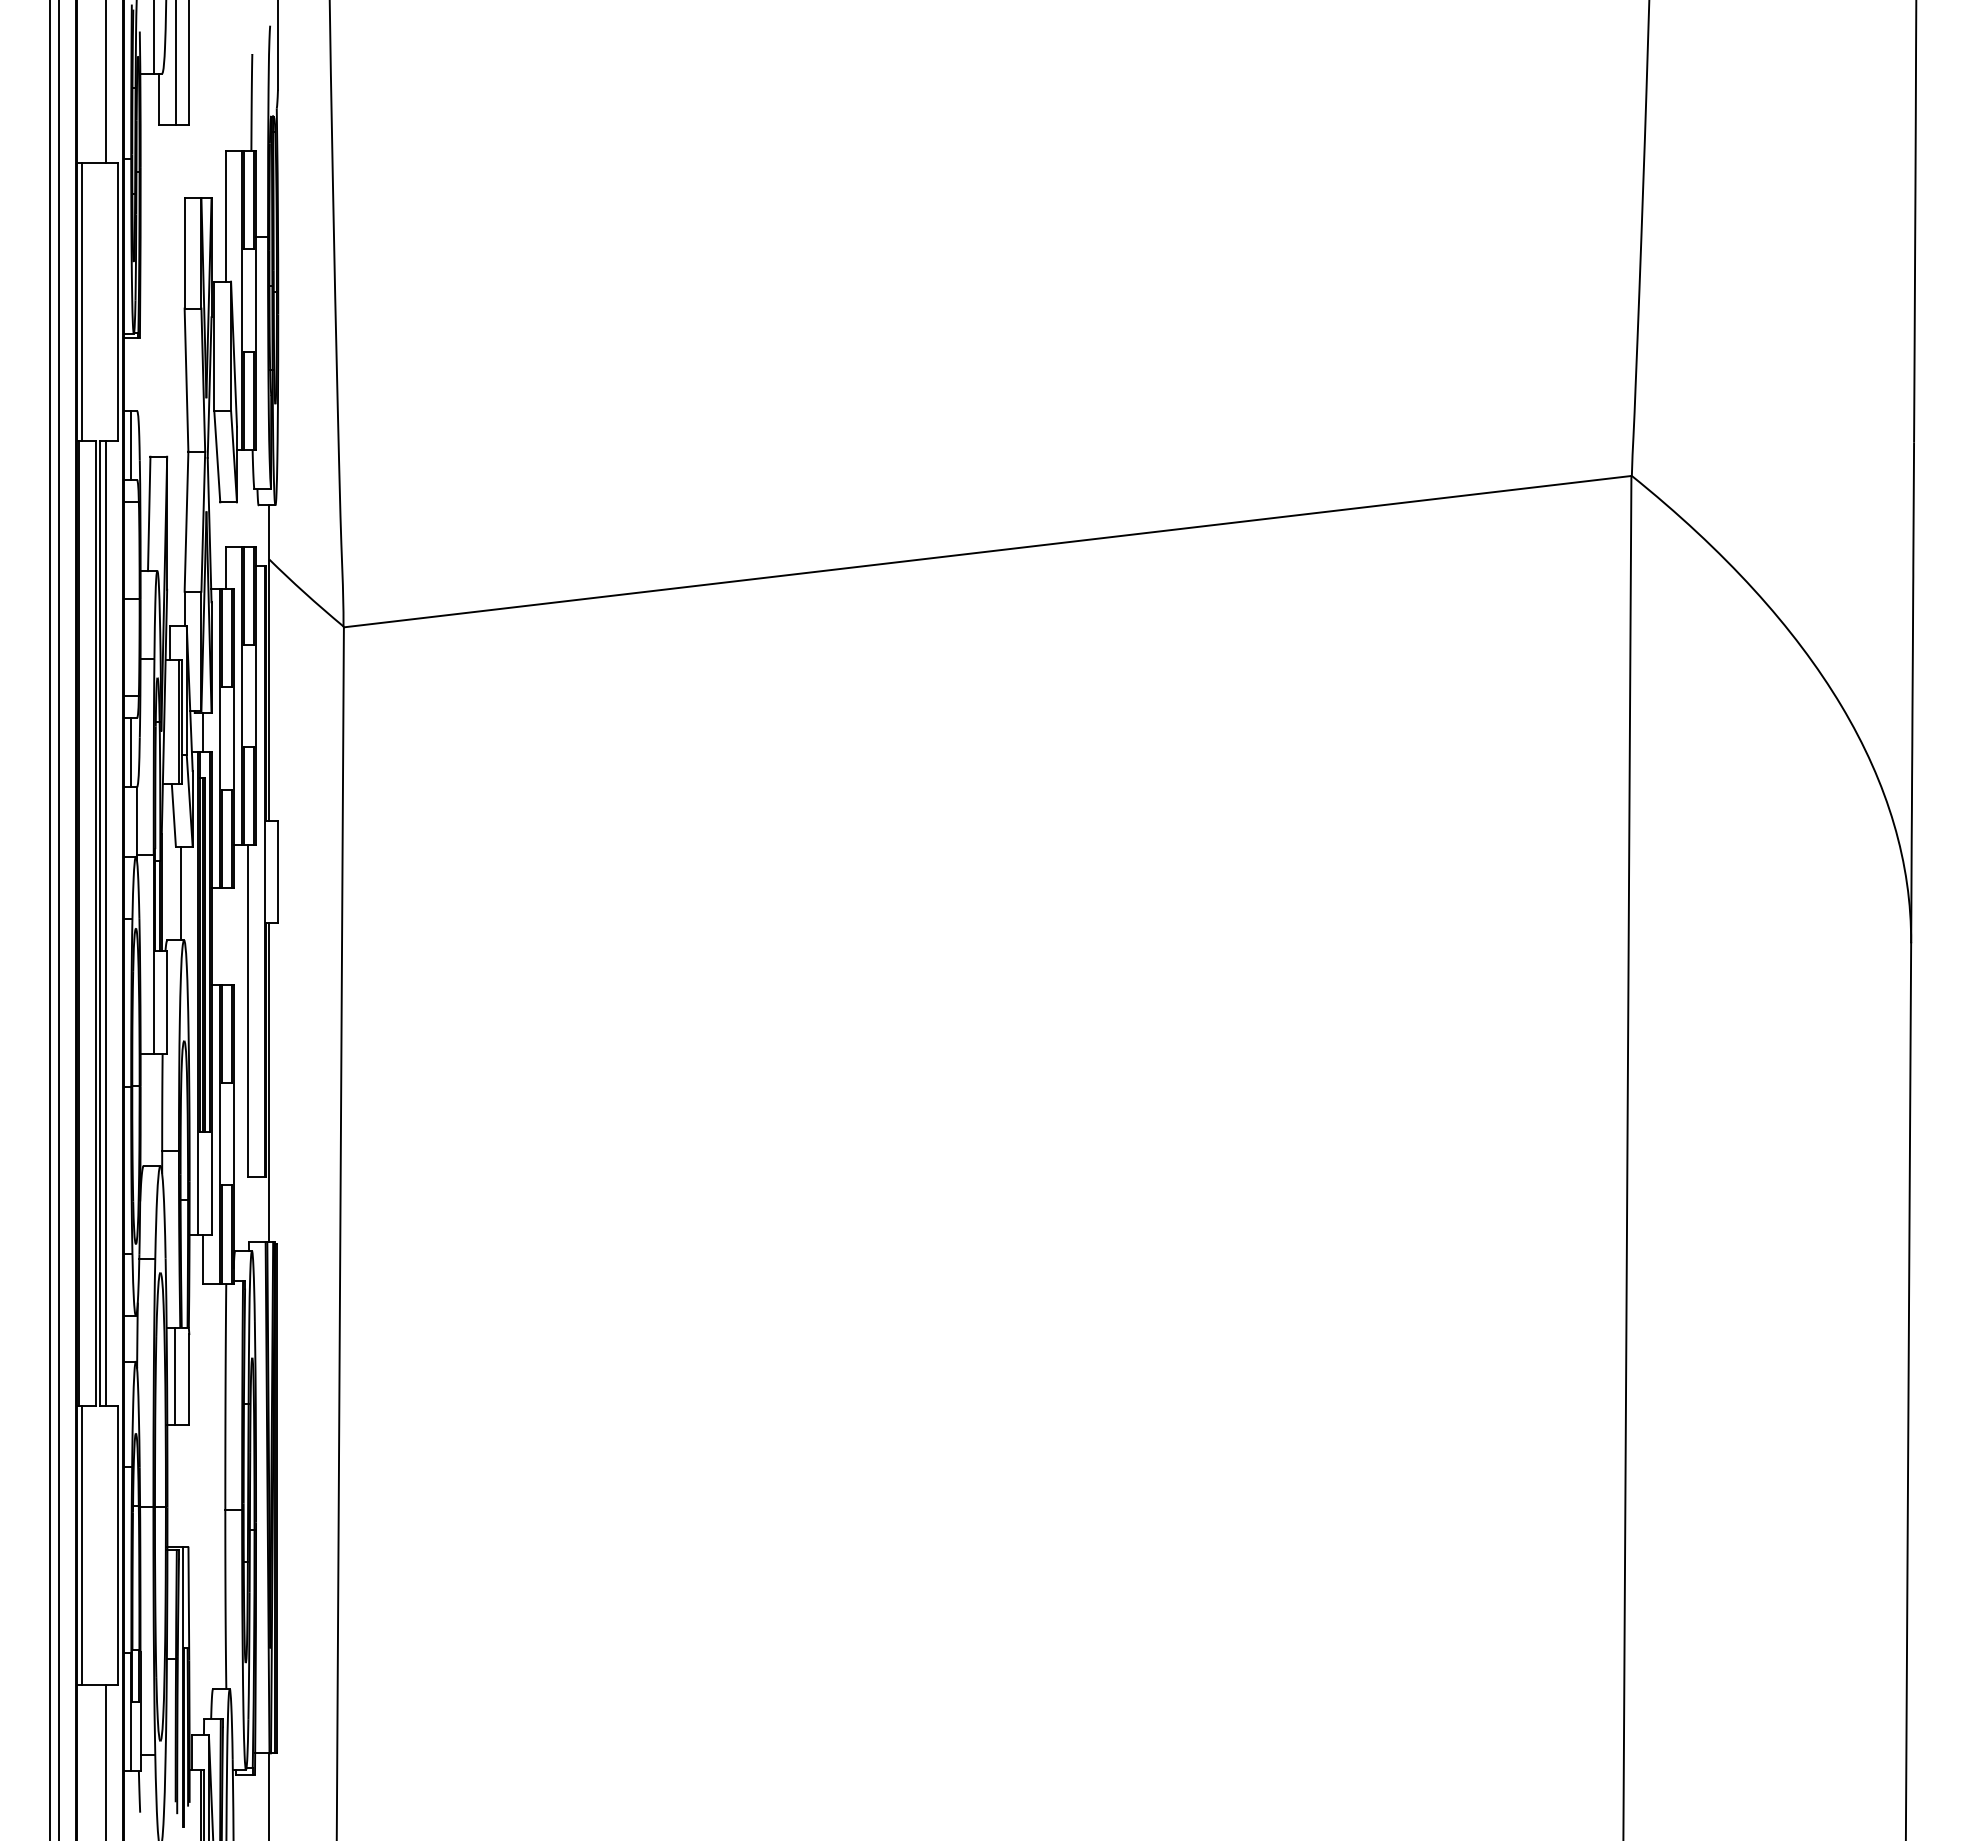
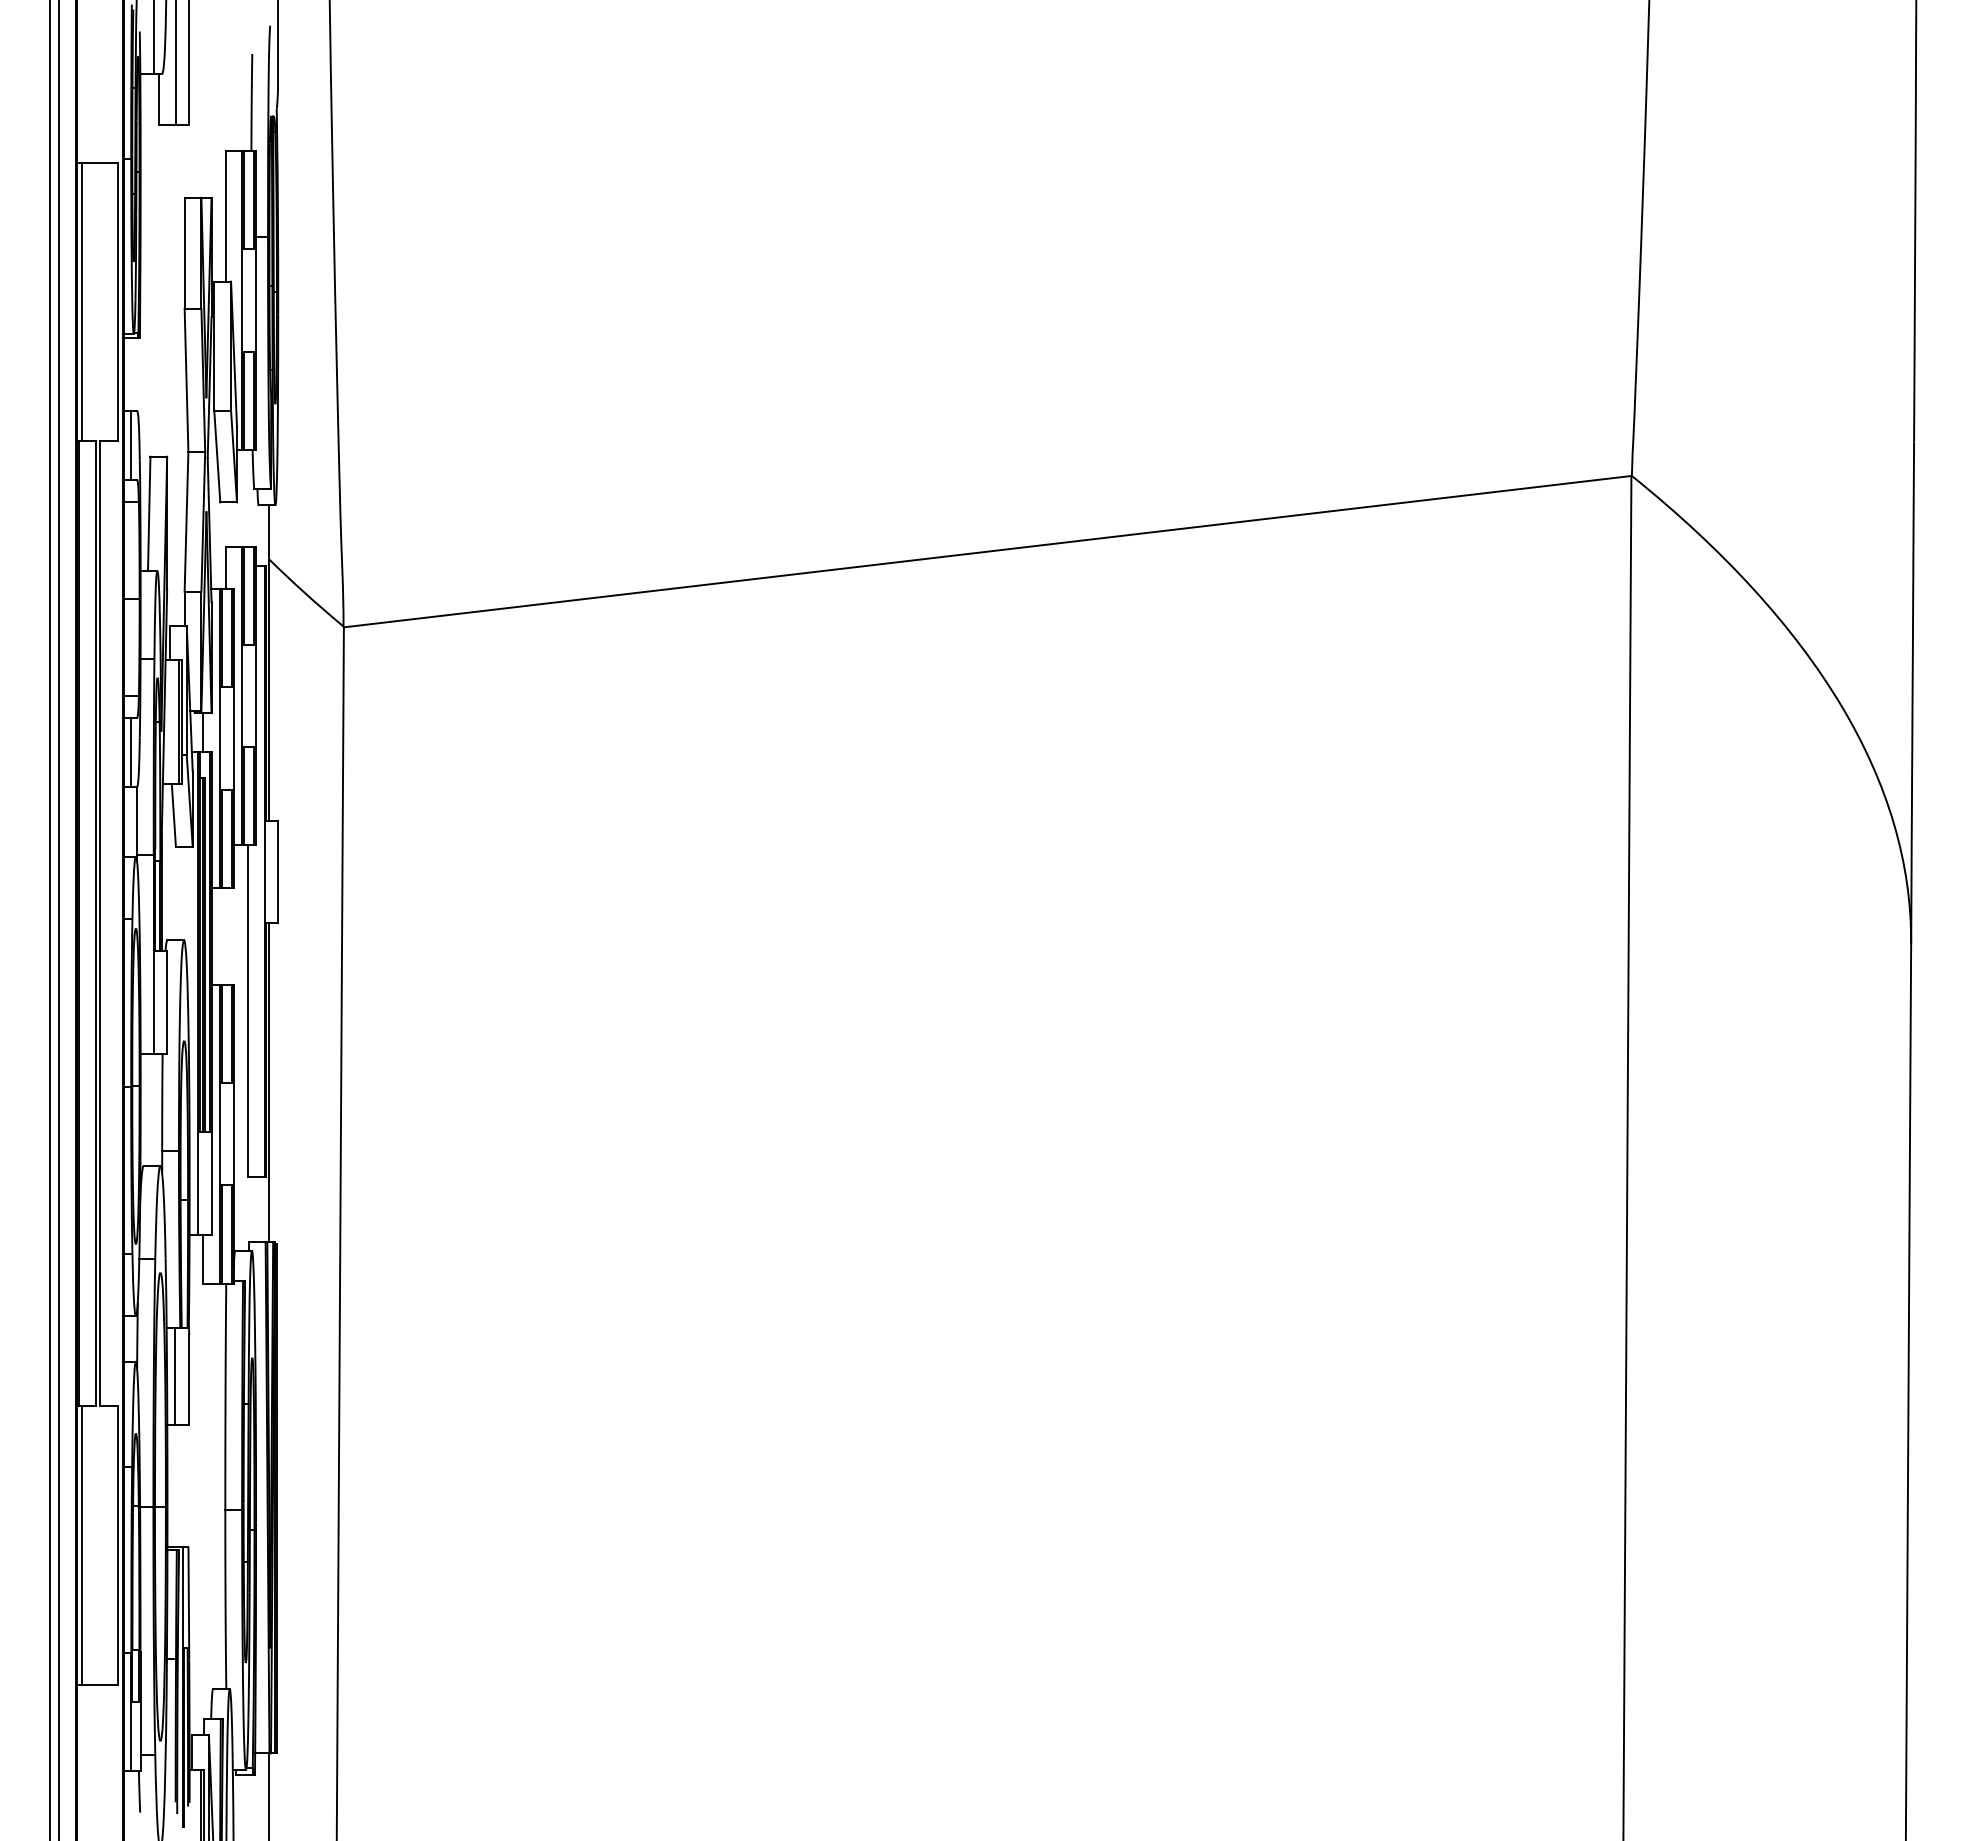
line at (106, 82): present -> none
line at (181, 893): present -> none
line at (106, 923): present -> none
line at (106, 1760): present -> none
